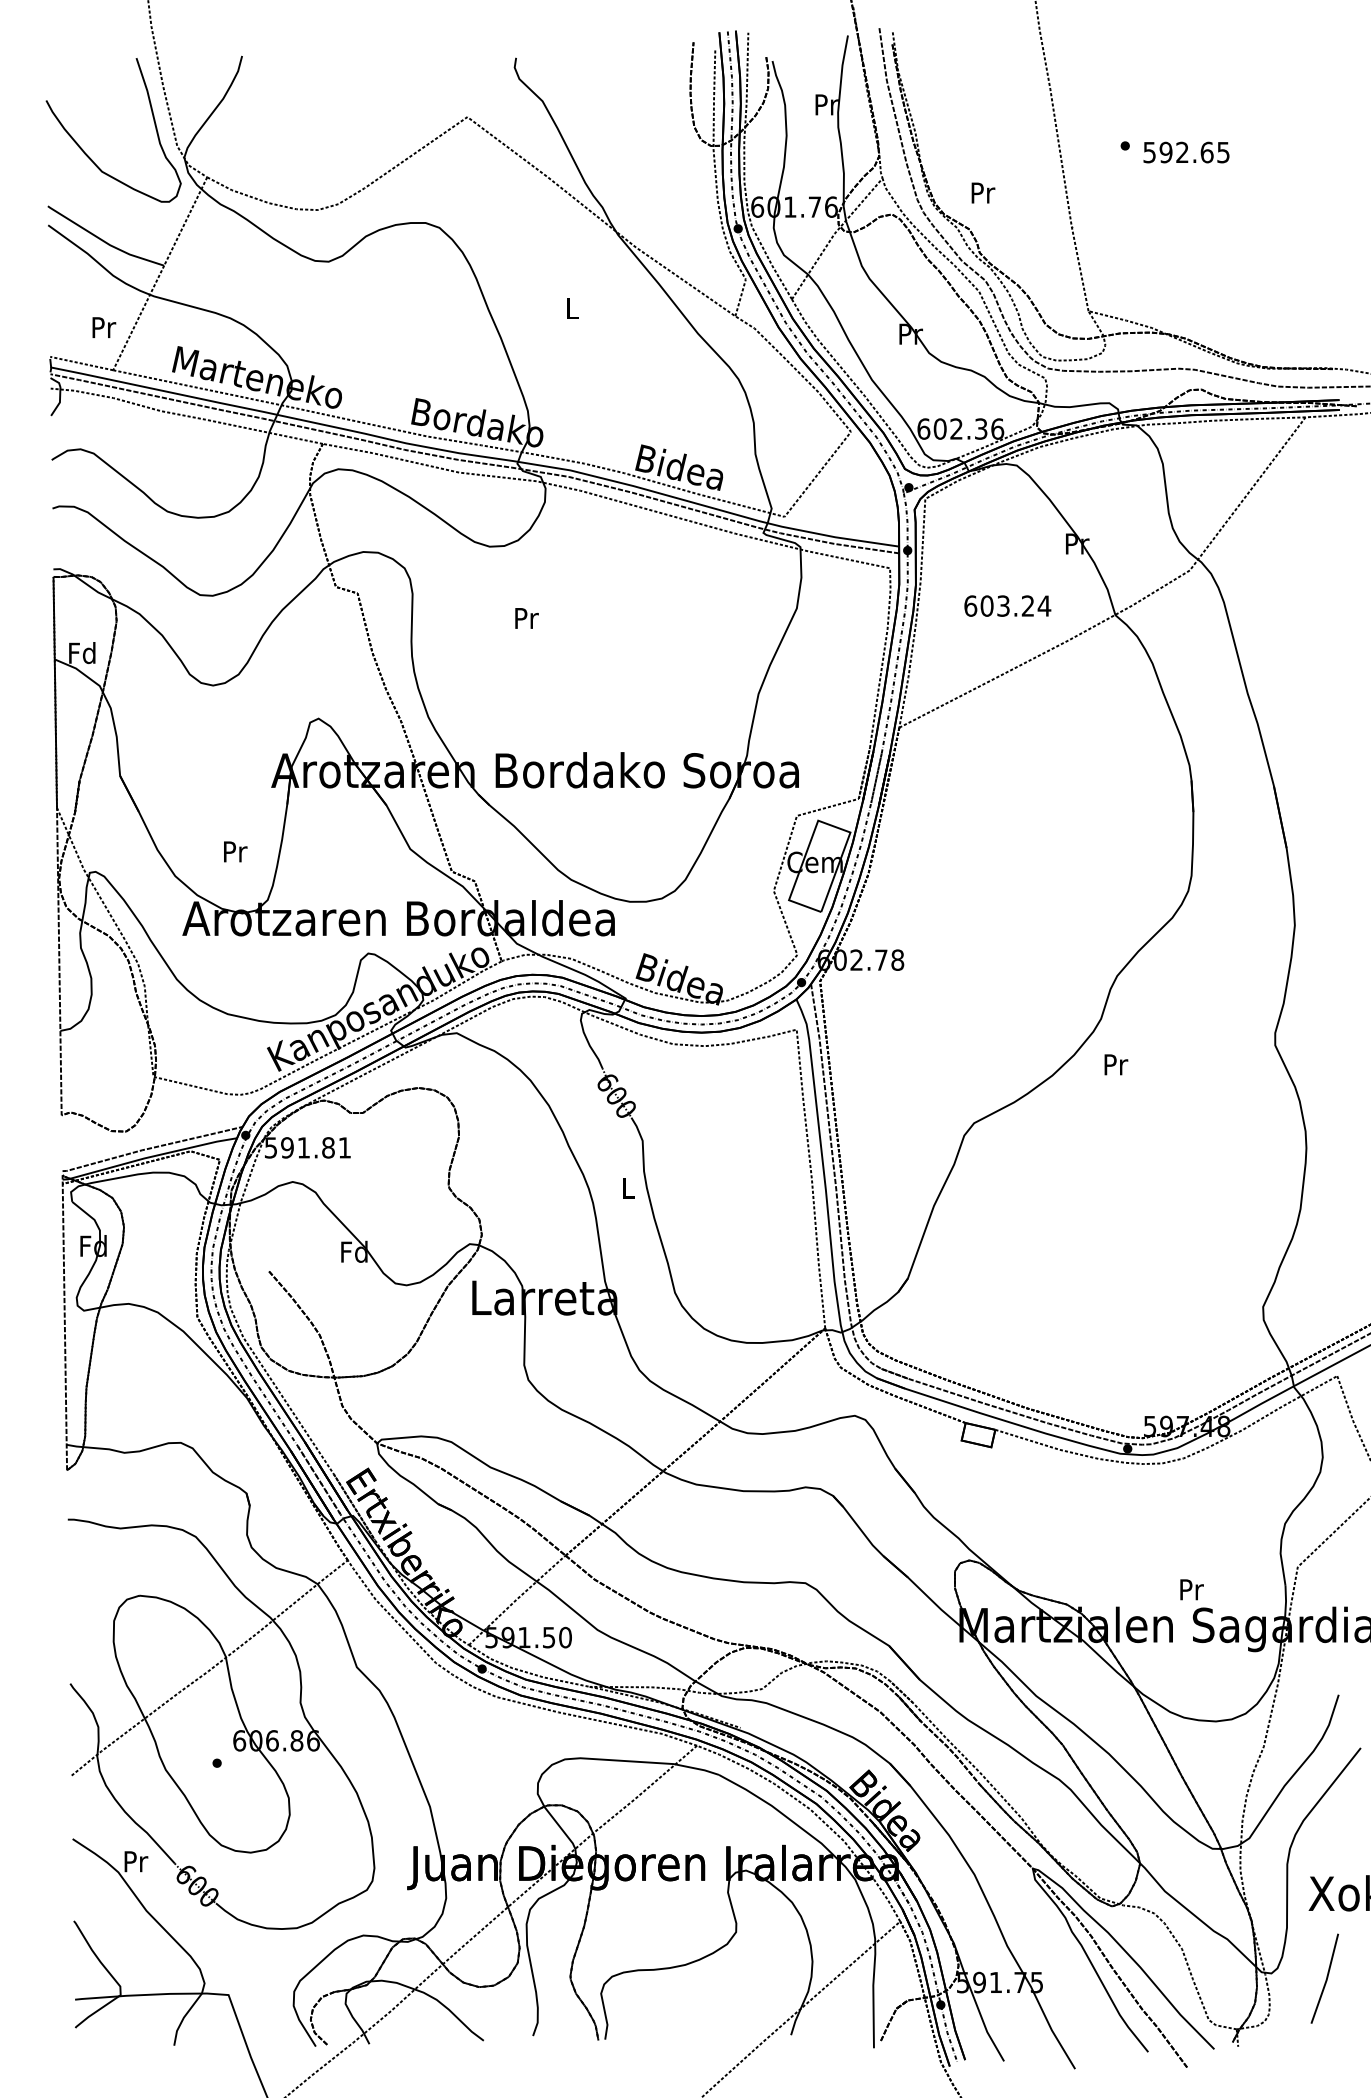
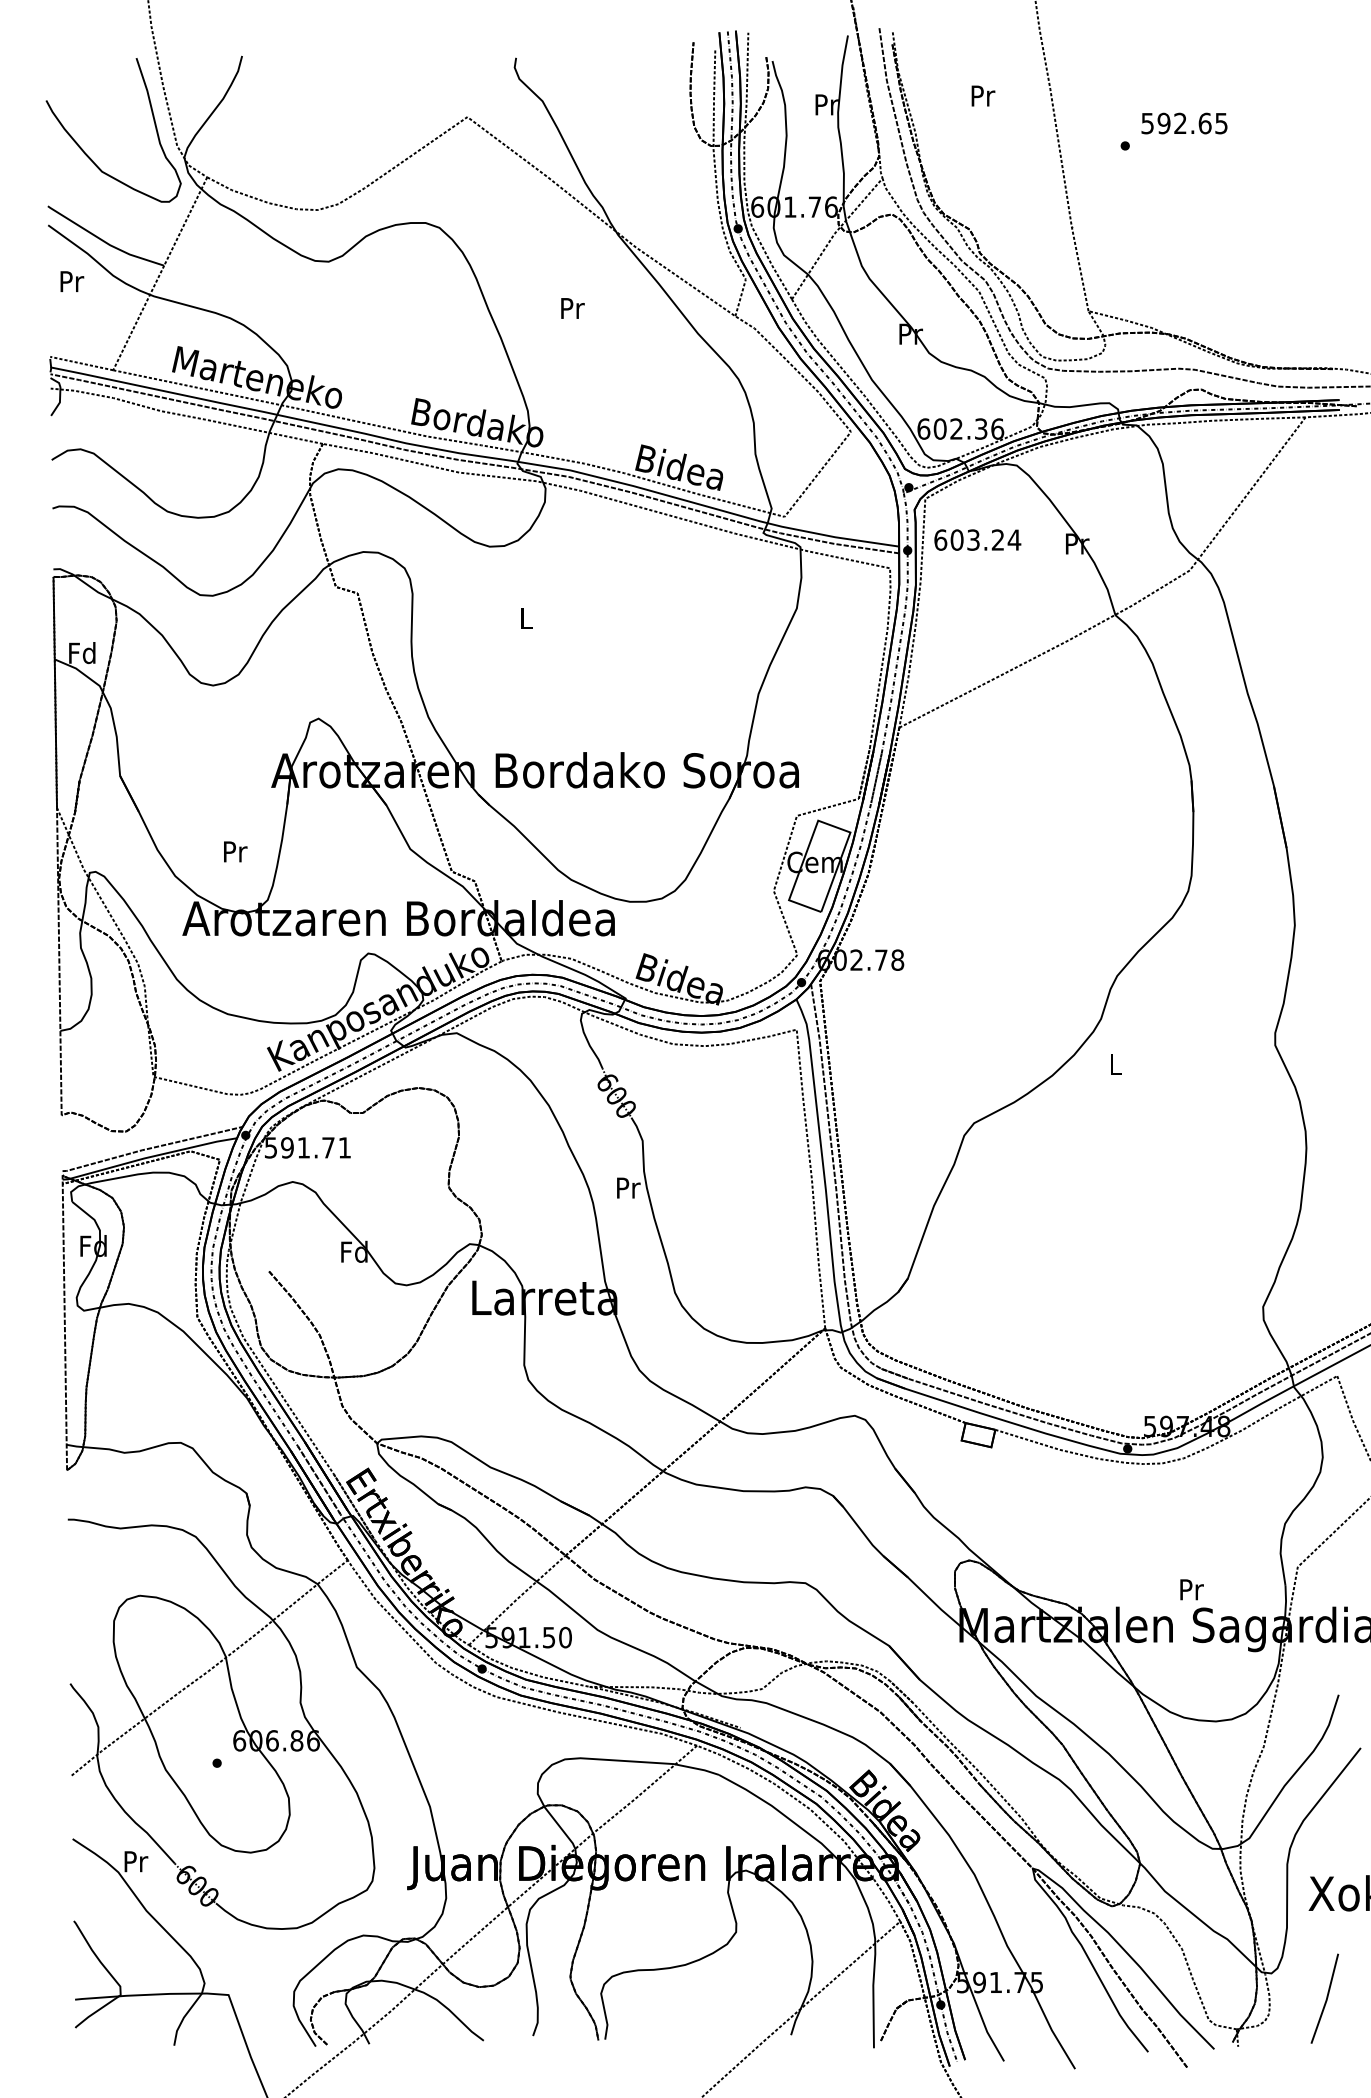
text at (1186, 152) position: (1186, 152) -> (1184, 123)
text at (983, 192) position: (983, 192) -> (983, 95)
text at (572, 308): L -> Pr
text at (104, 327) position: (104, 327) -> (72, 281)
text at (1007, 605) position: (1007, 605) -> (977, 539)
text at (526, 618): Pr -> L
text at (1116, 1064): Pr -> L
text at (328, 1147): 591.81 -> 591.71
text at (628, 1187): L -> Pr
line at (1325, 1979) position: (1325, 1979) -> (1325, 1999)
